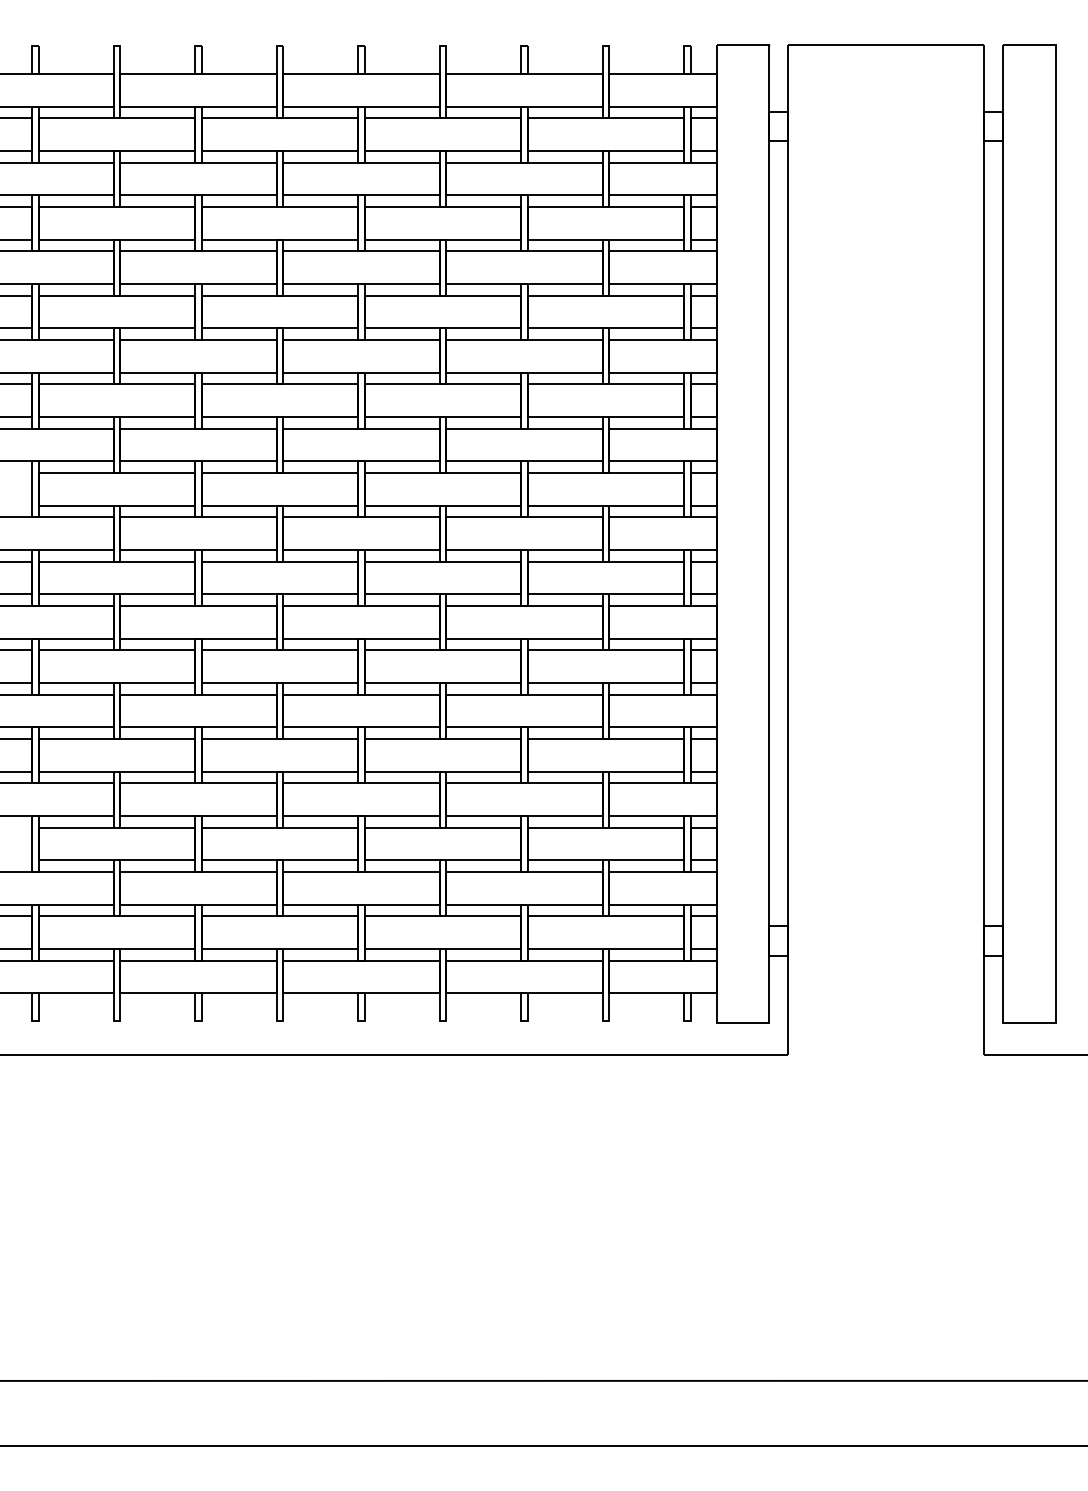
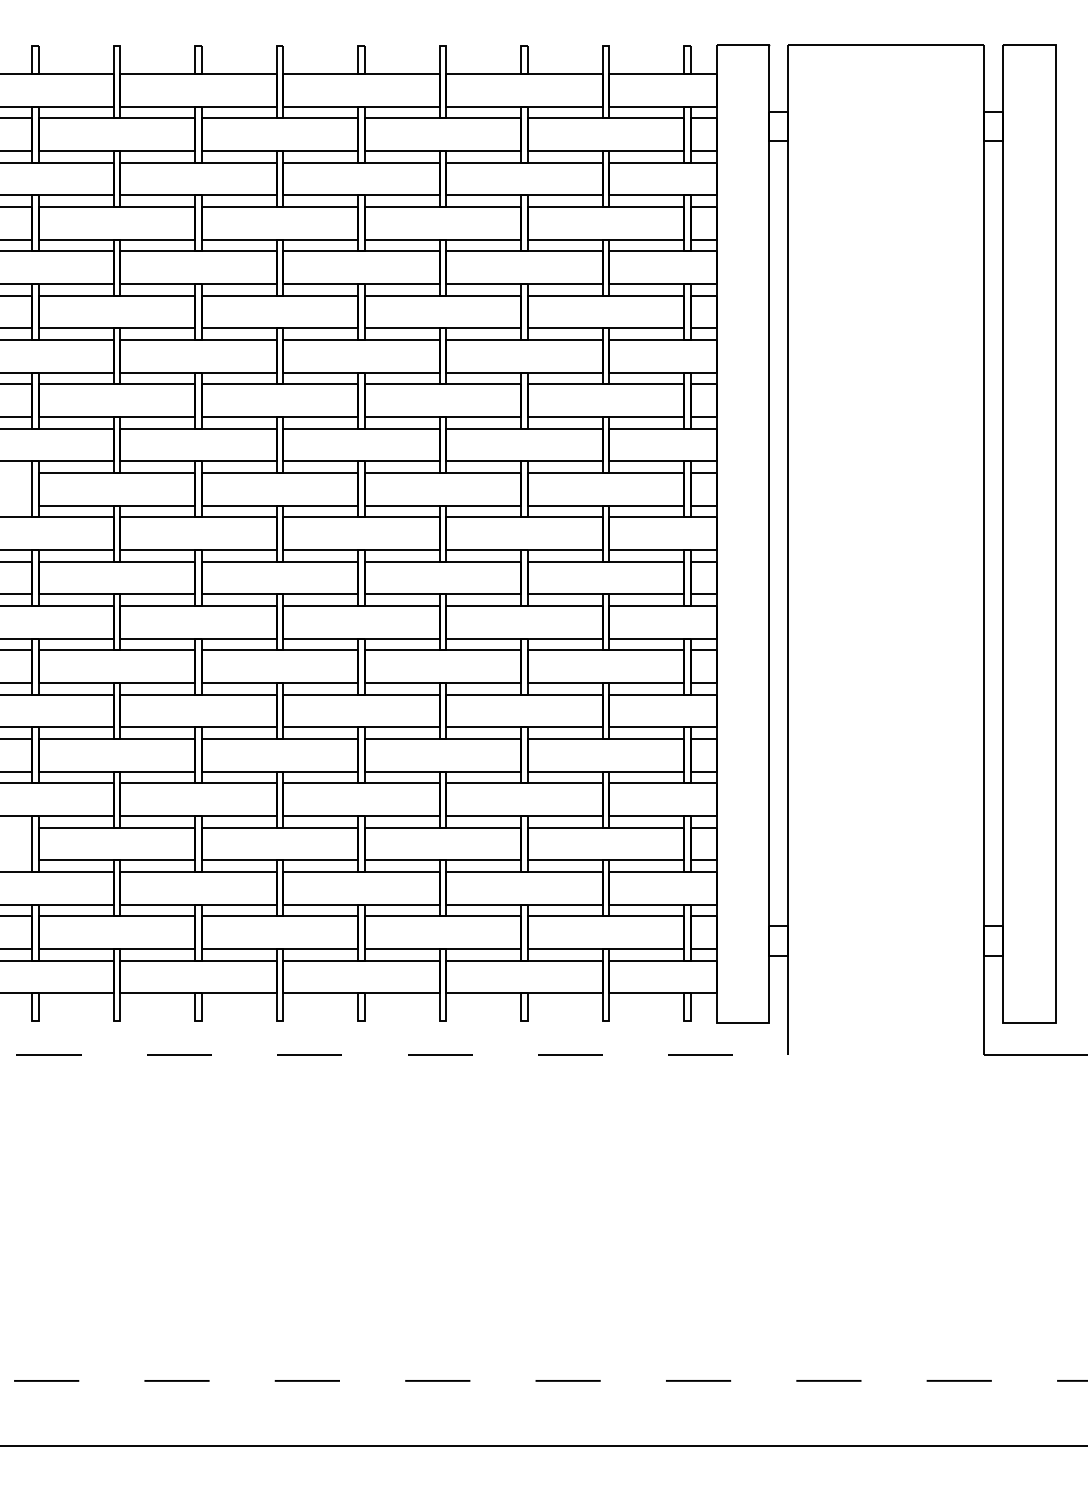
line at (394, 1055): solid -> dashed
line at (544, 1380): solid -> dashed
